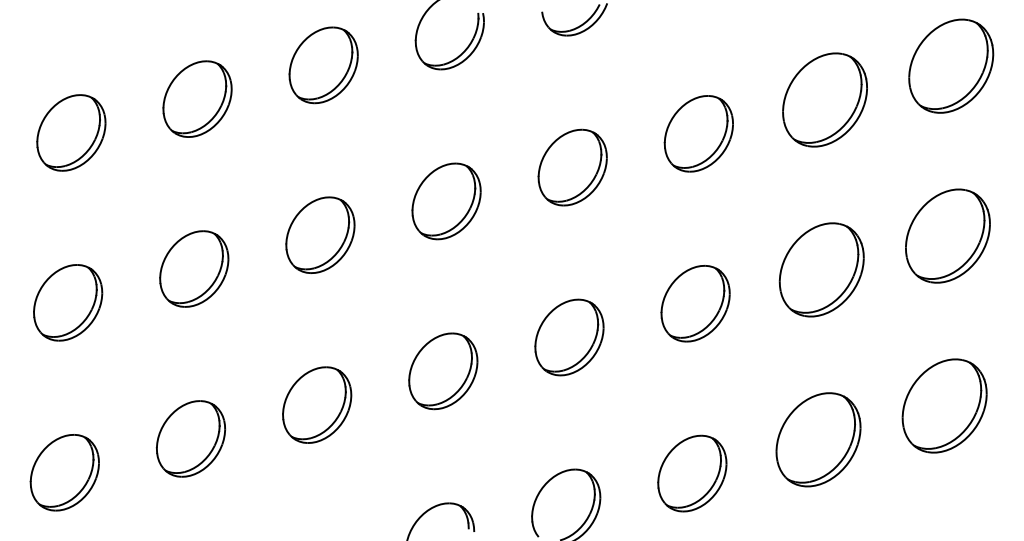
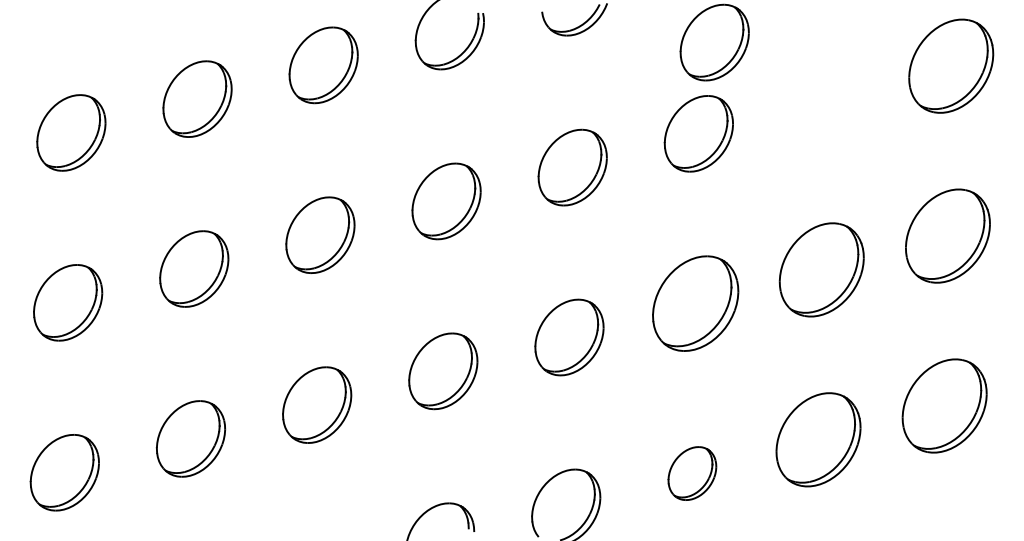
part at (714, 42): none -> present
part at (824, 99): present -> none
part at (695, 303) size: 71x78 px -> 88x97 px
part at (692, 473) size: 71x79 px -> 51x55 px
